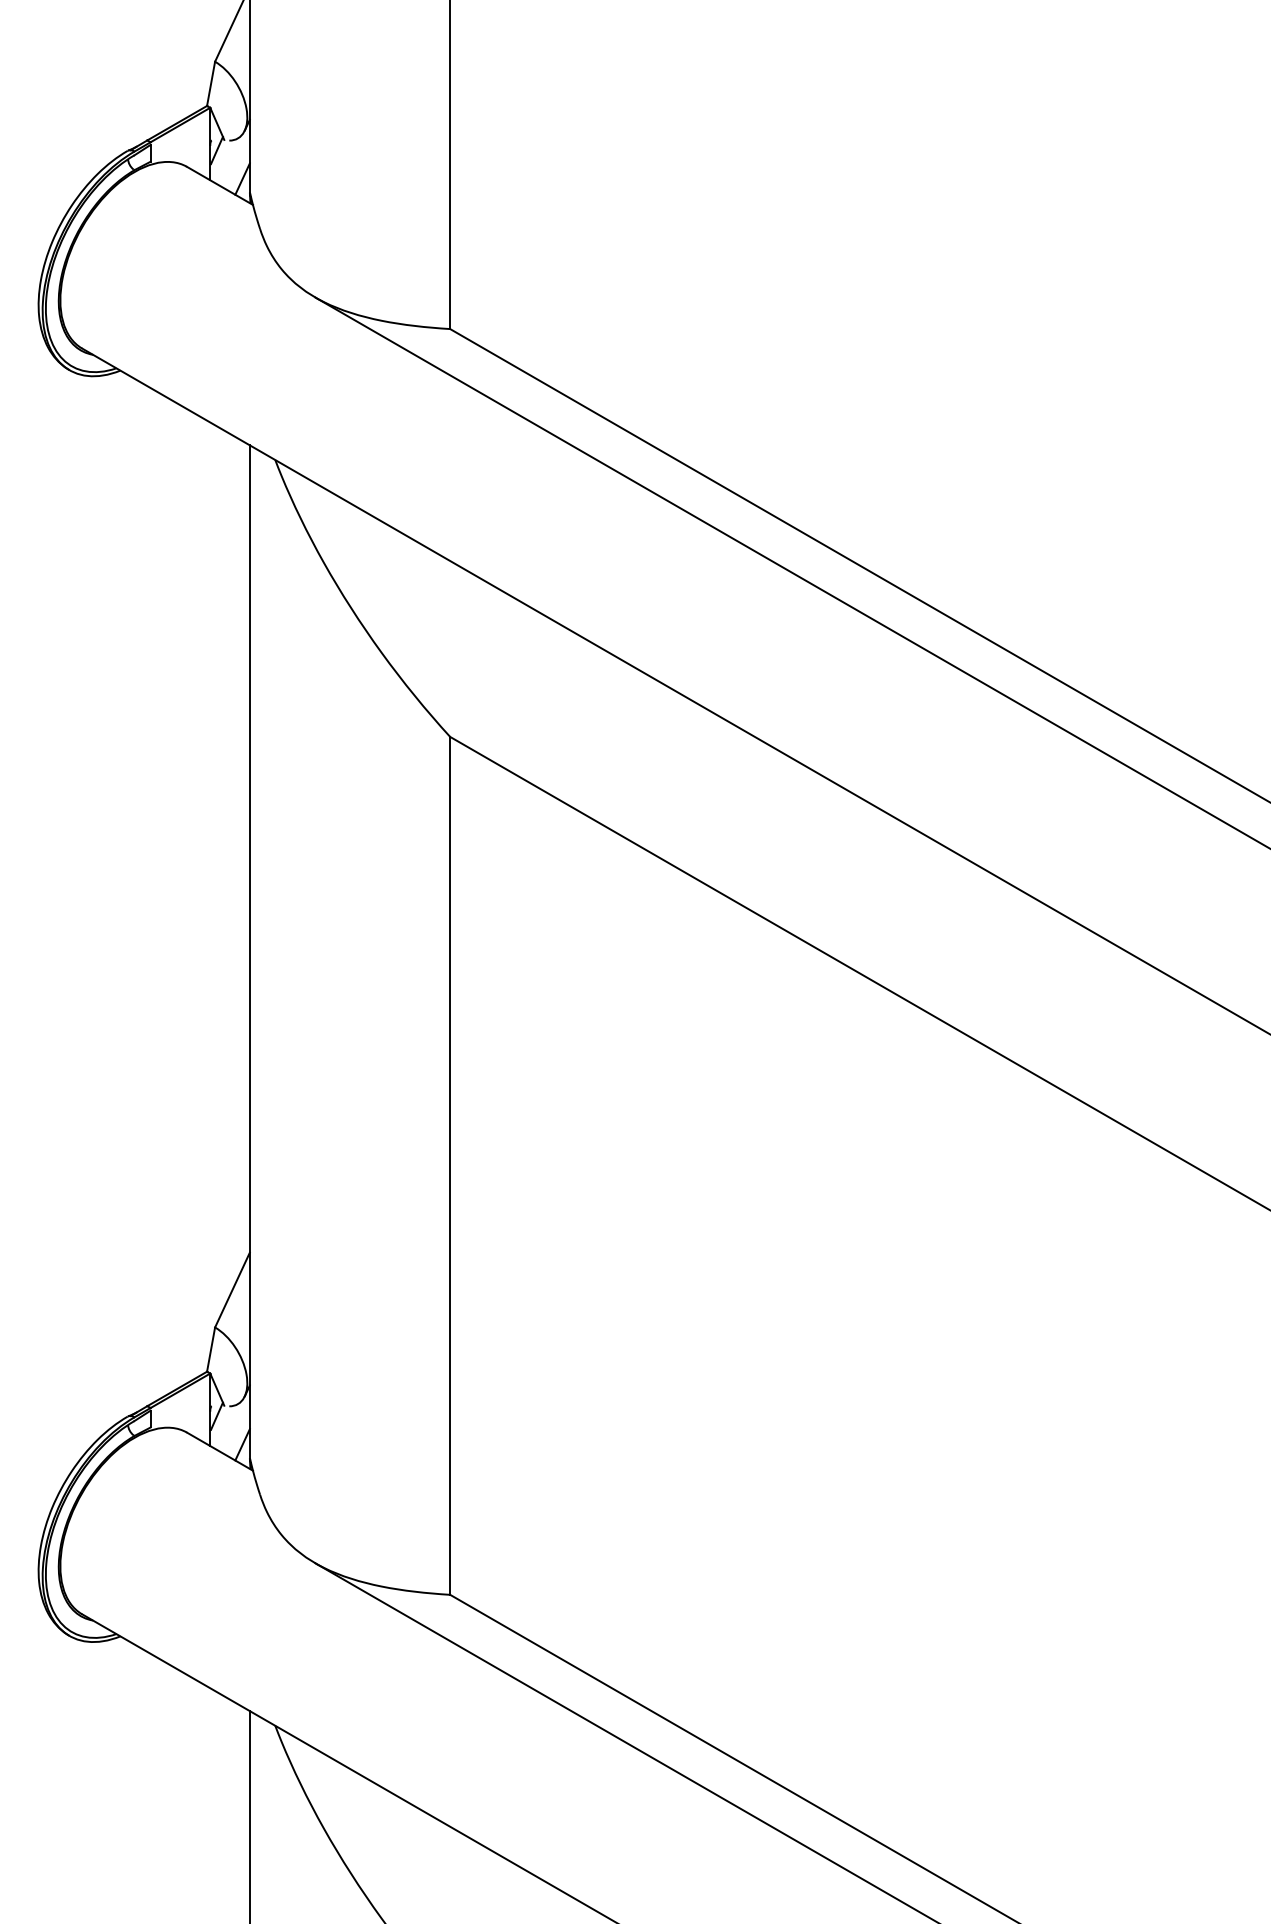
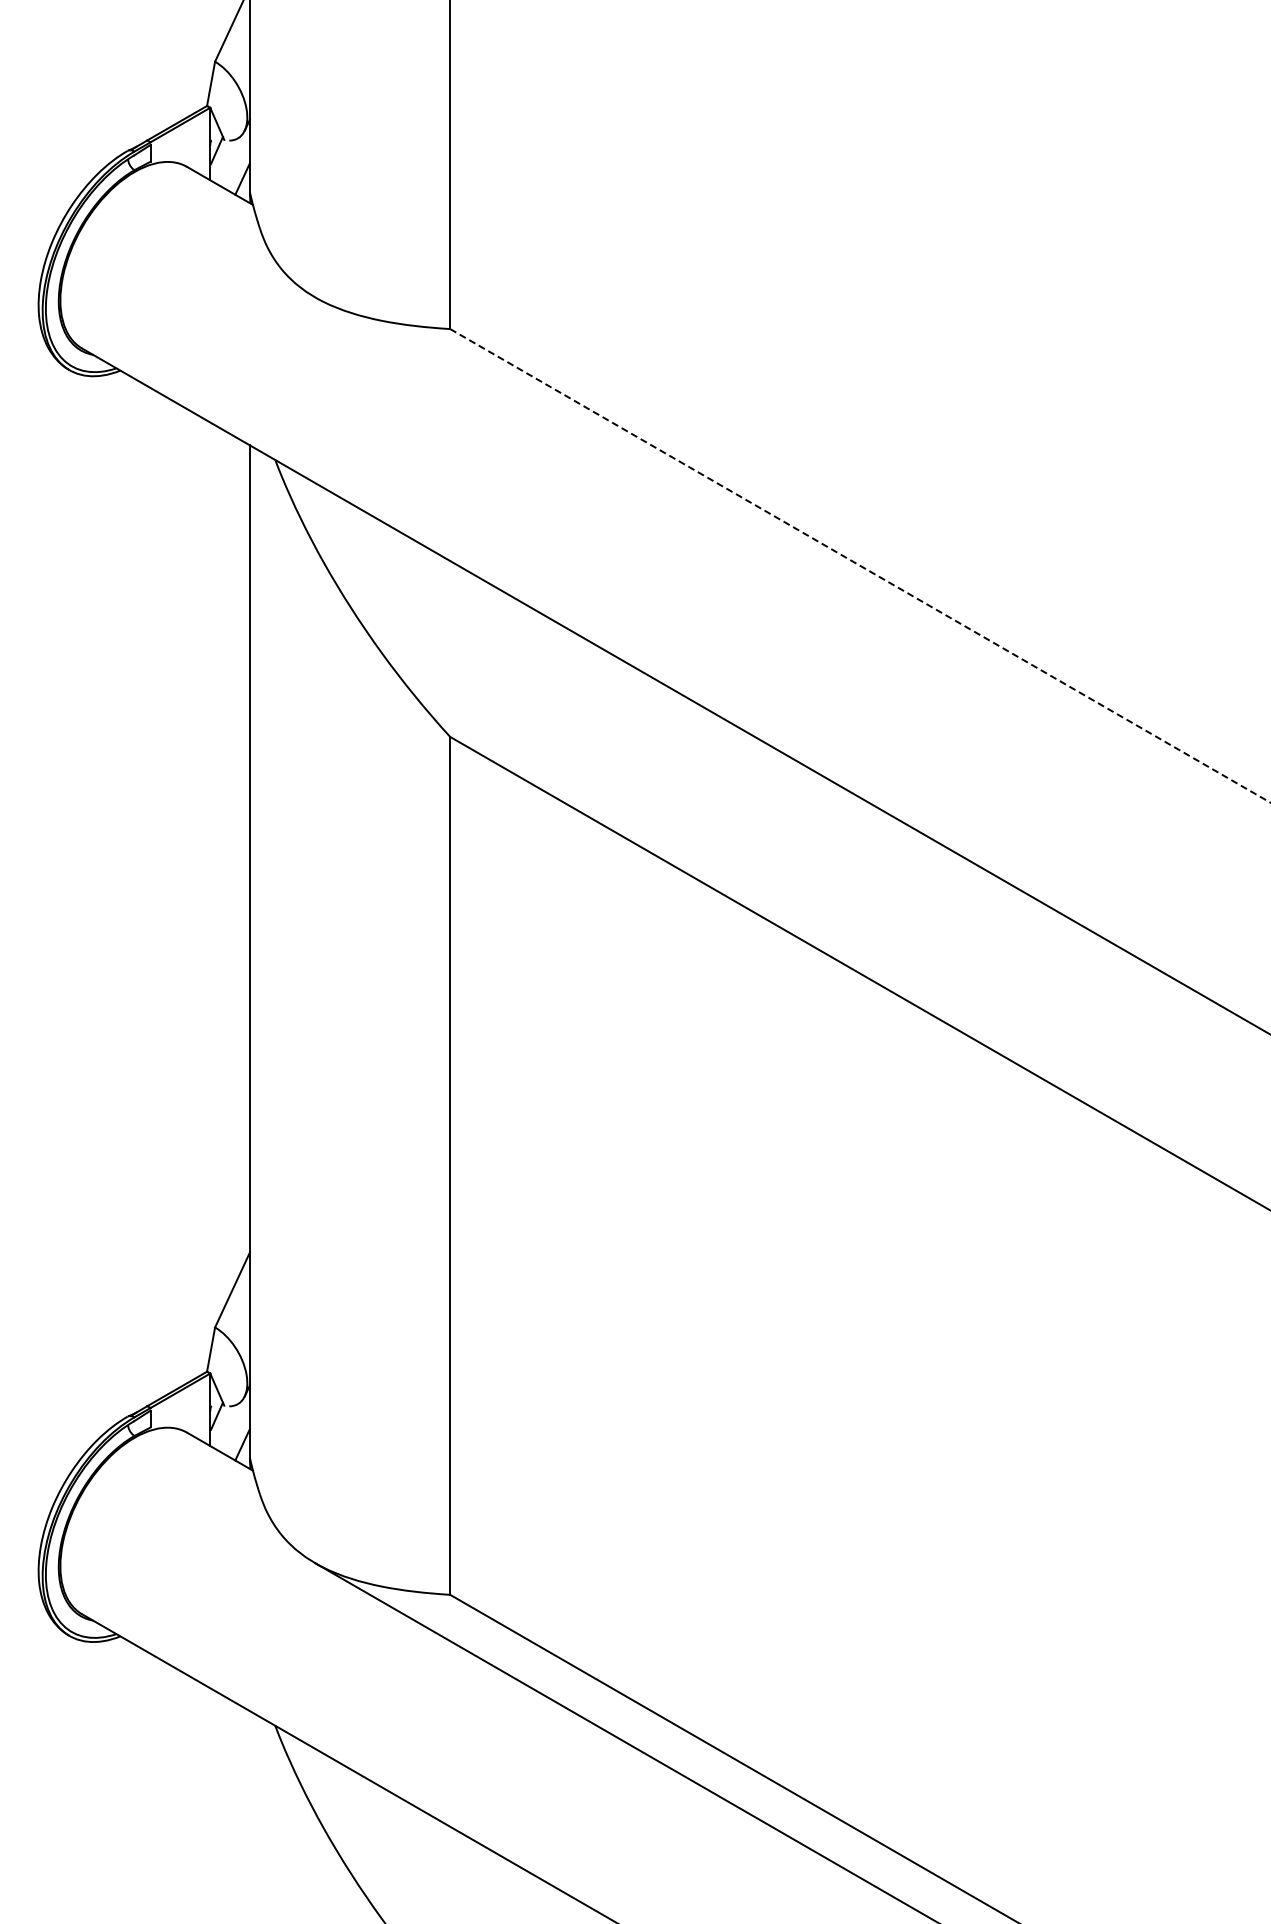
line at (860, 565): solid -> dashed
line at (791, 572): present -> none
line at (249, 1815): present -> none
